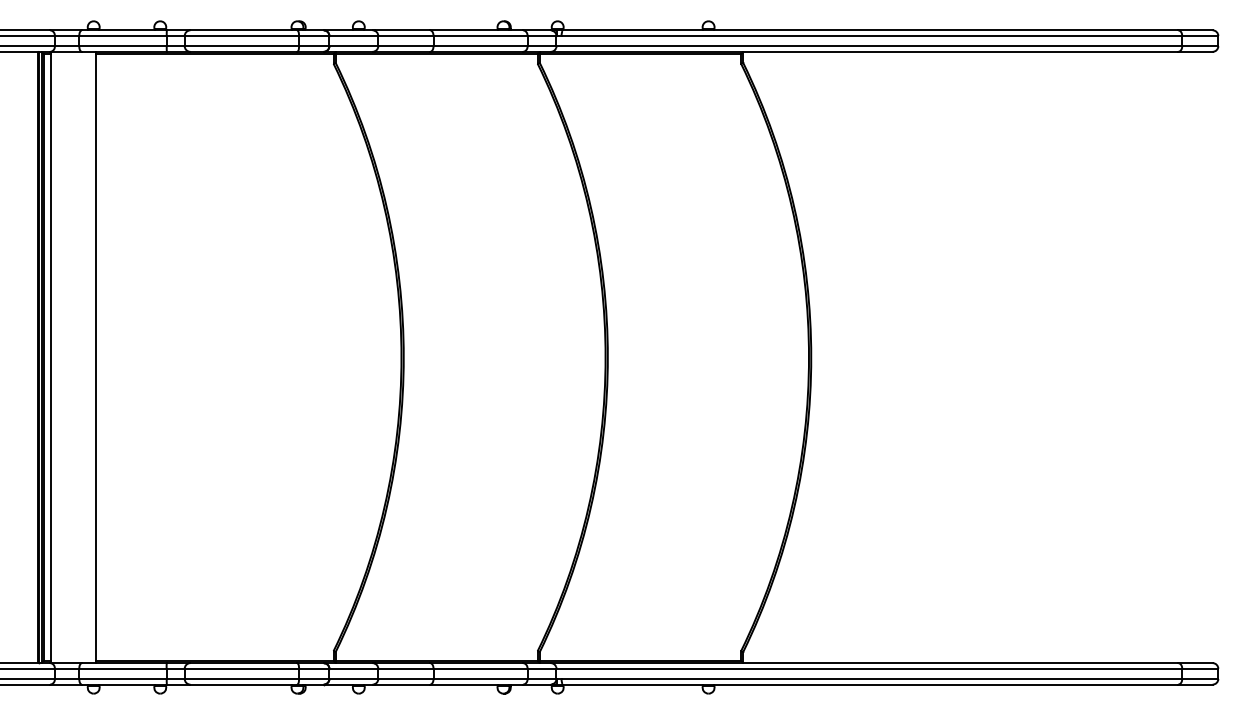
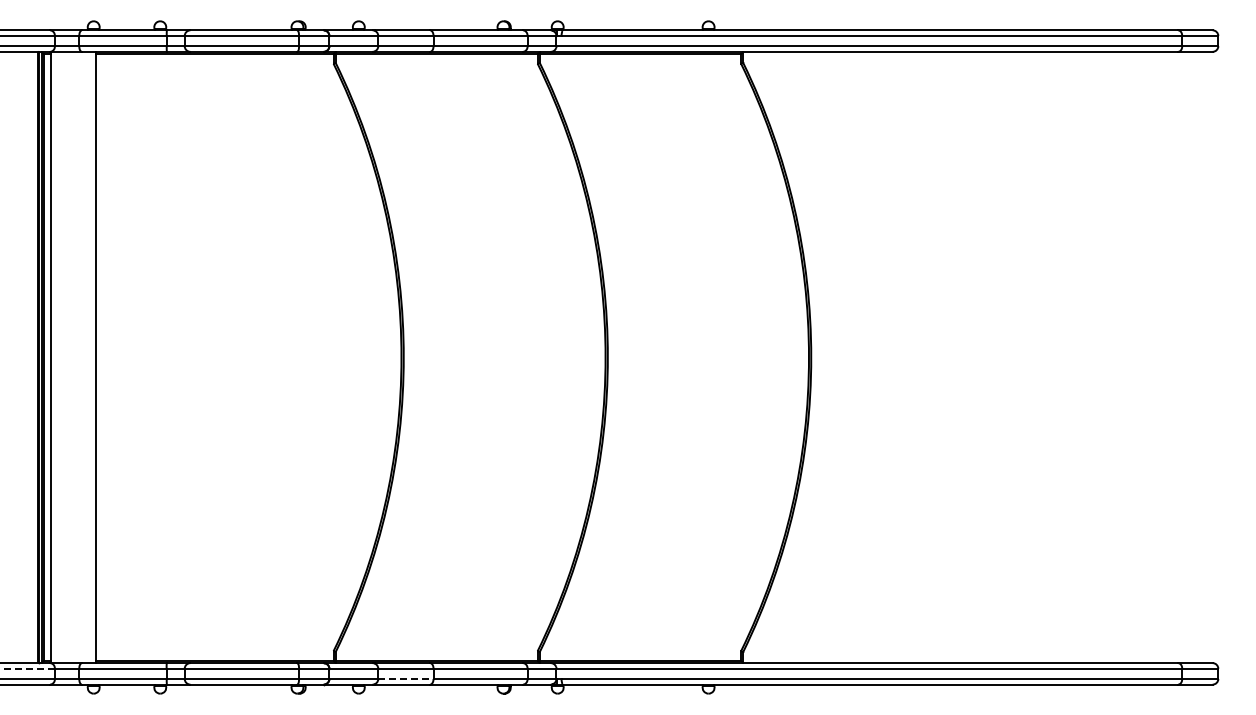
line at (26, 668): solid -> dashed
line at (405, 678): solid -> dashed
